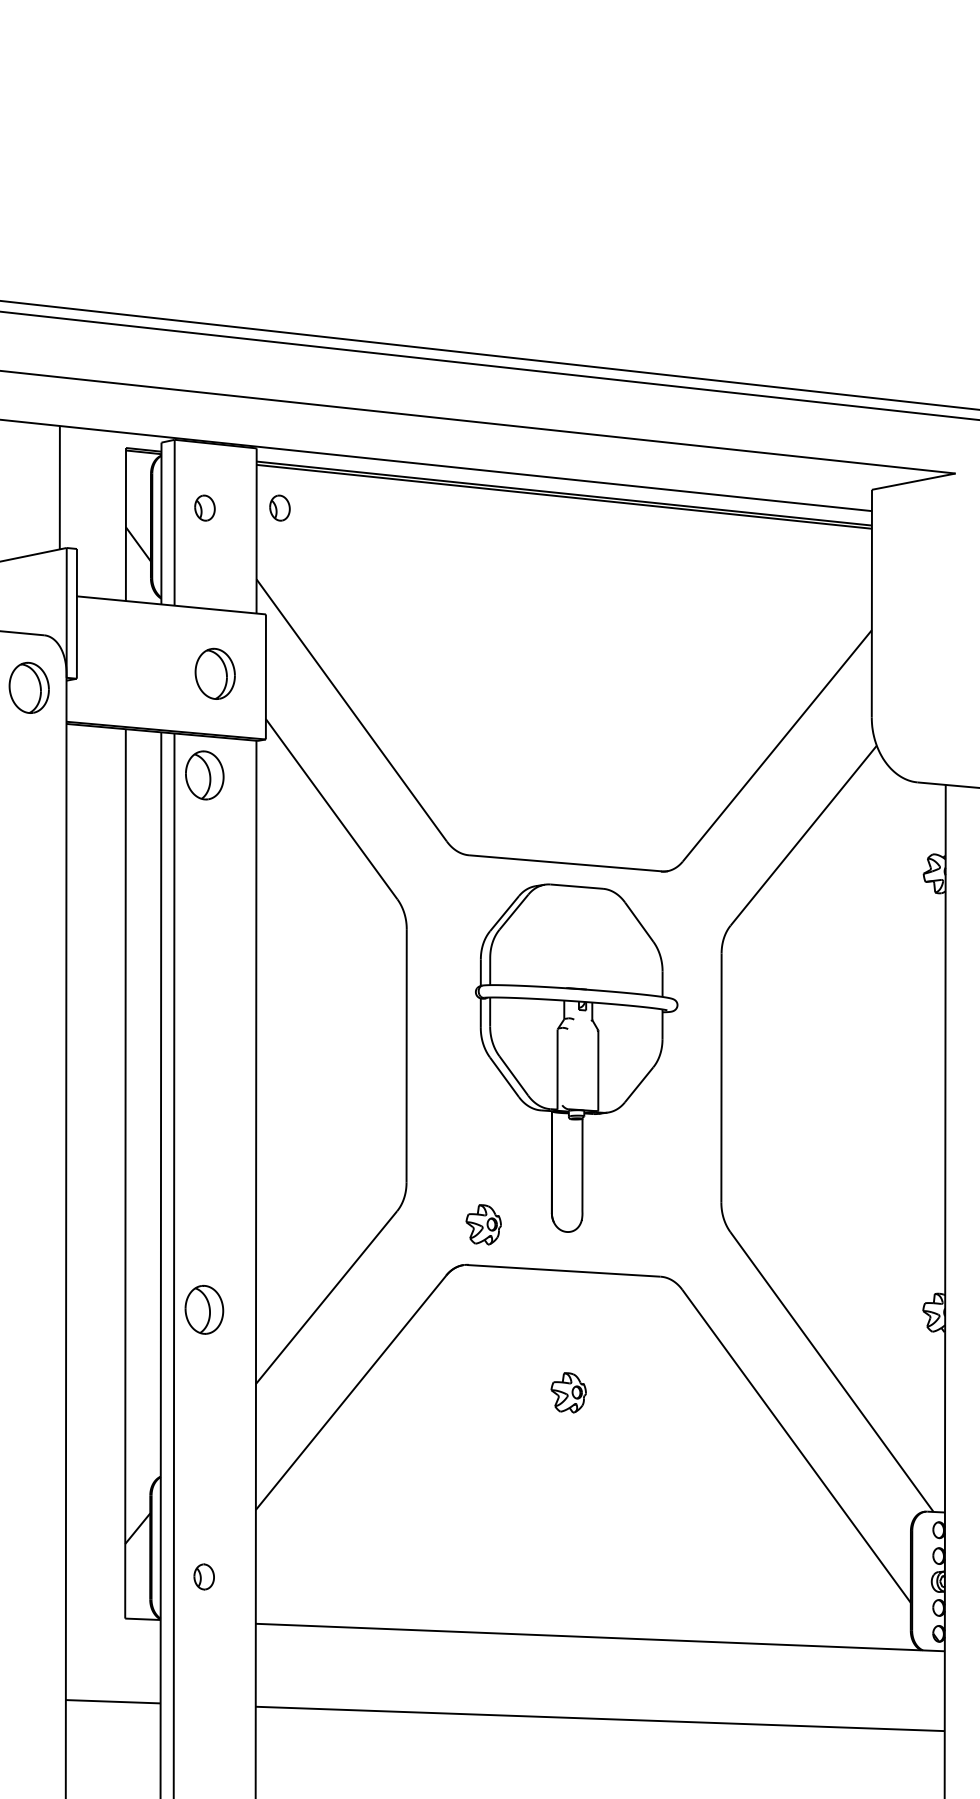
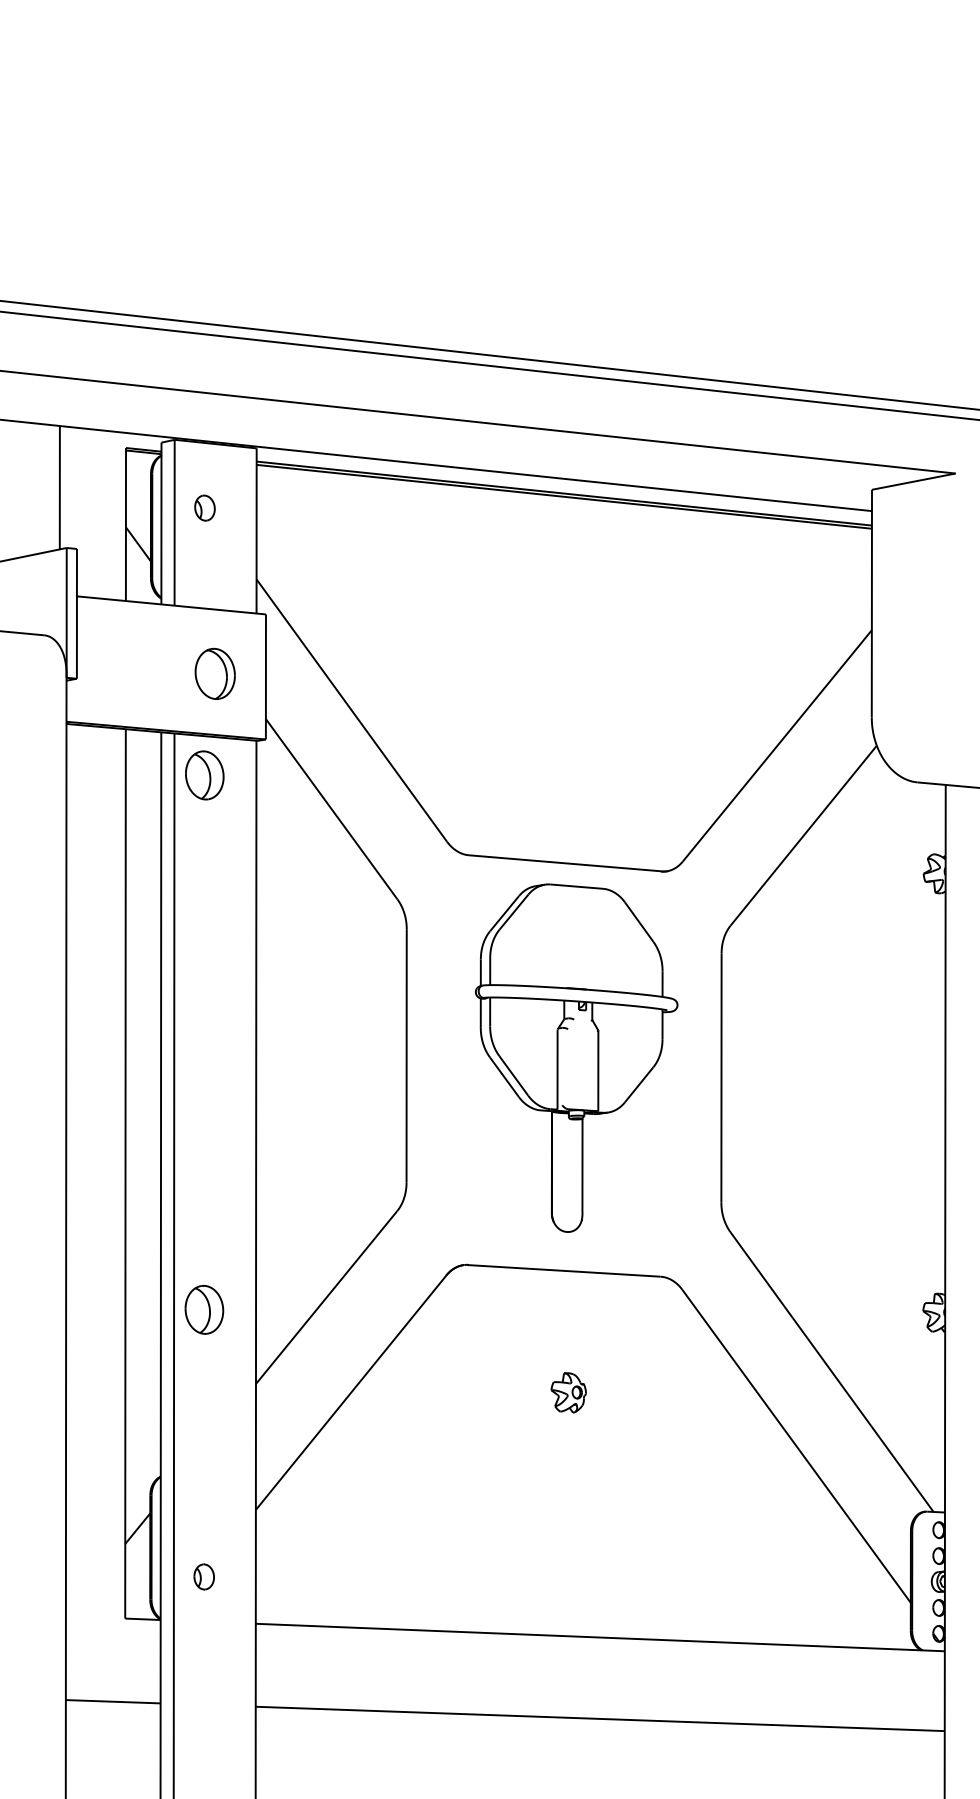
part at (279, 507): present -> none
part at (28, 687): present -> none
part at (483, 1224): present -> none
